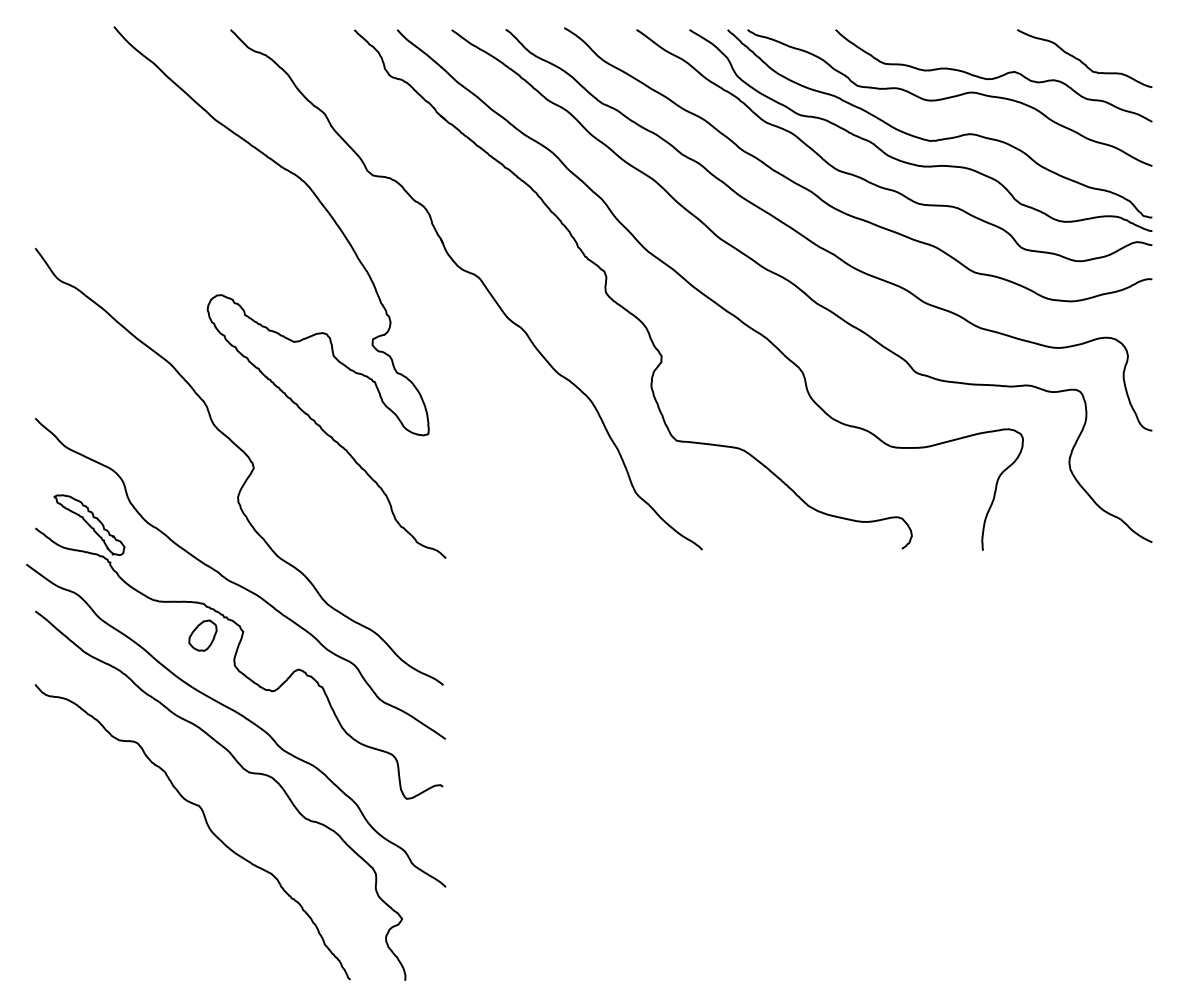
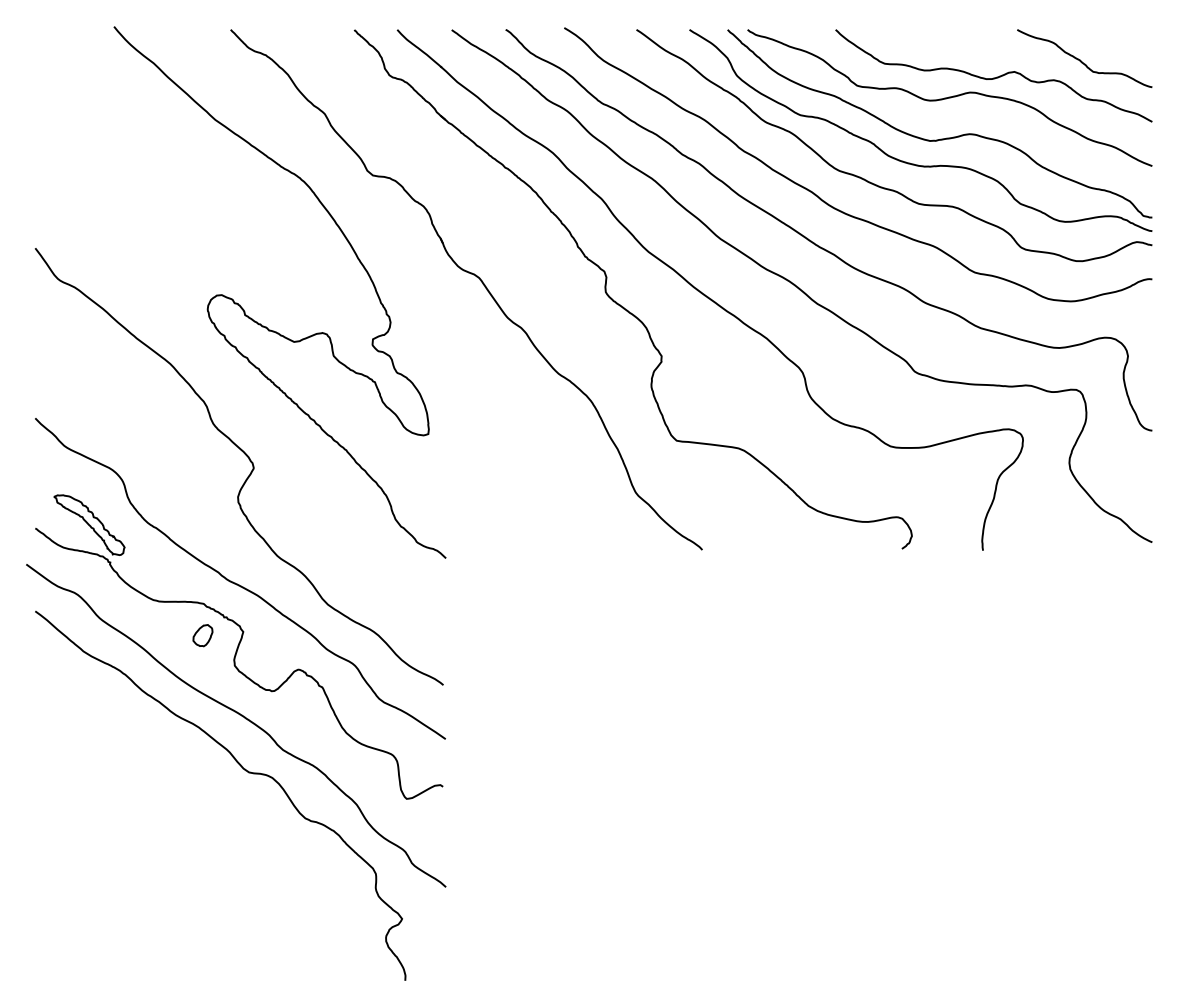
part at (202, 635) size: 30x33 px -> 22x24 px
curve at (206, 824): present -> none
